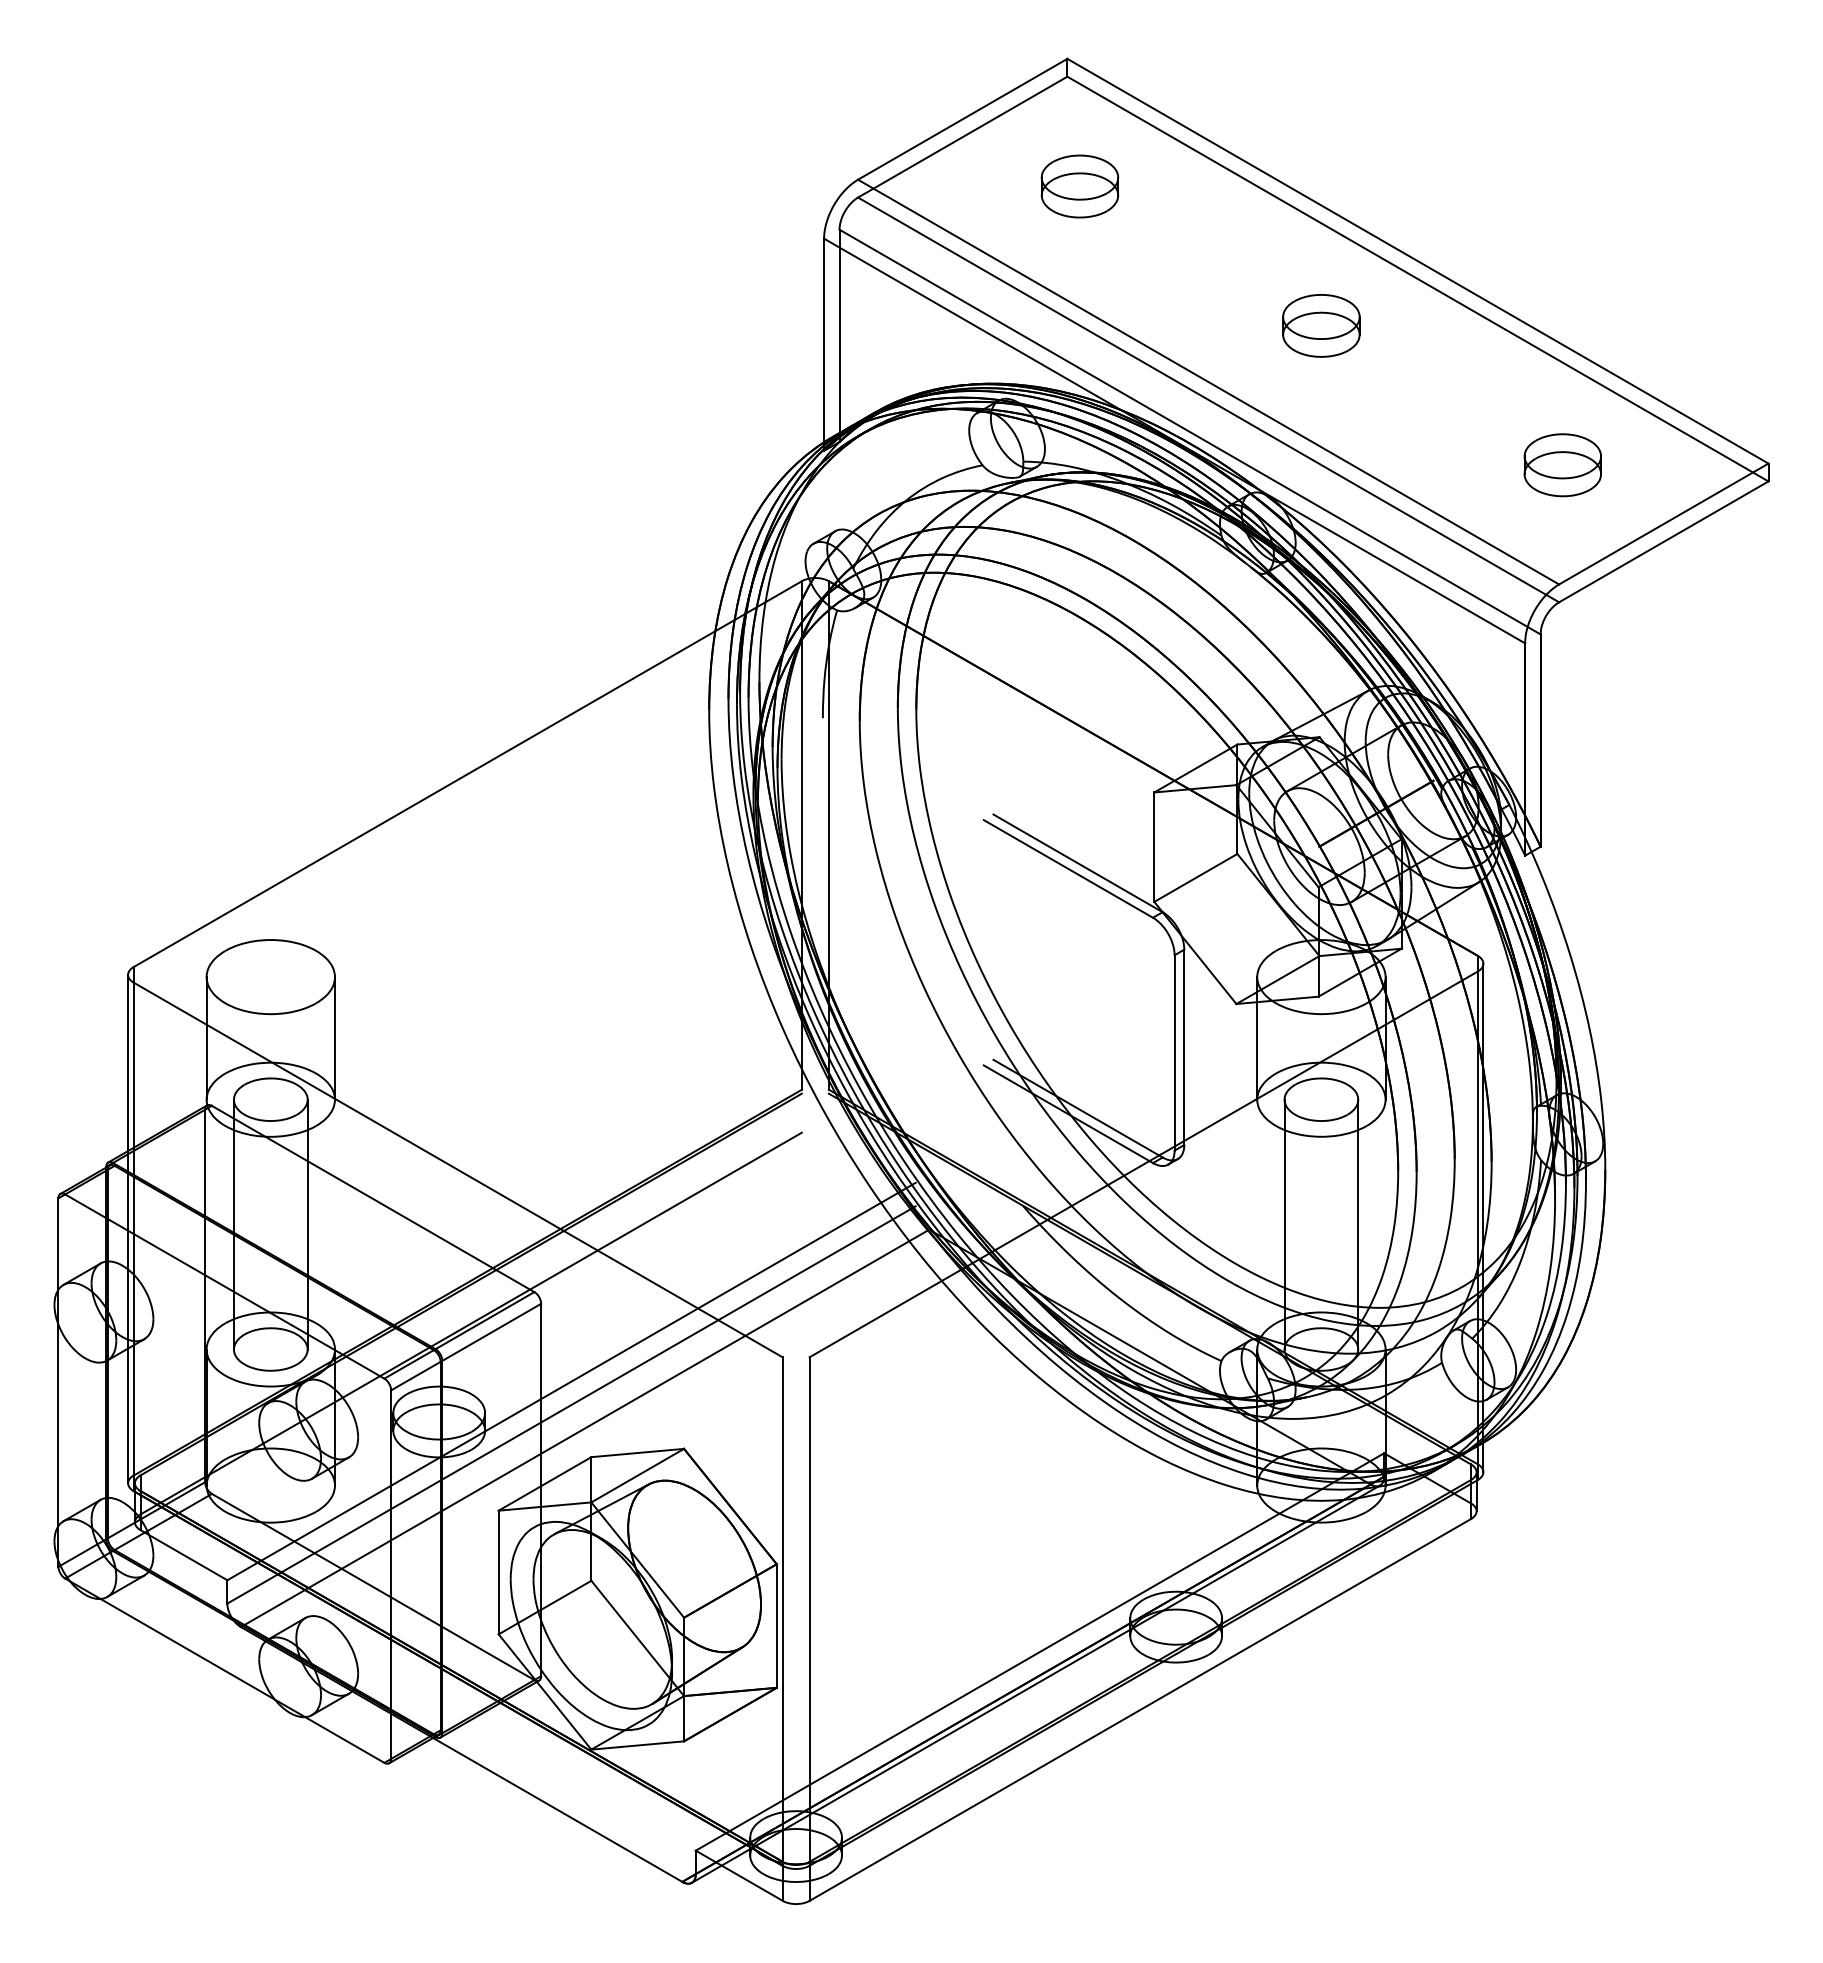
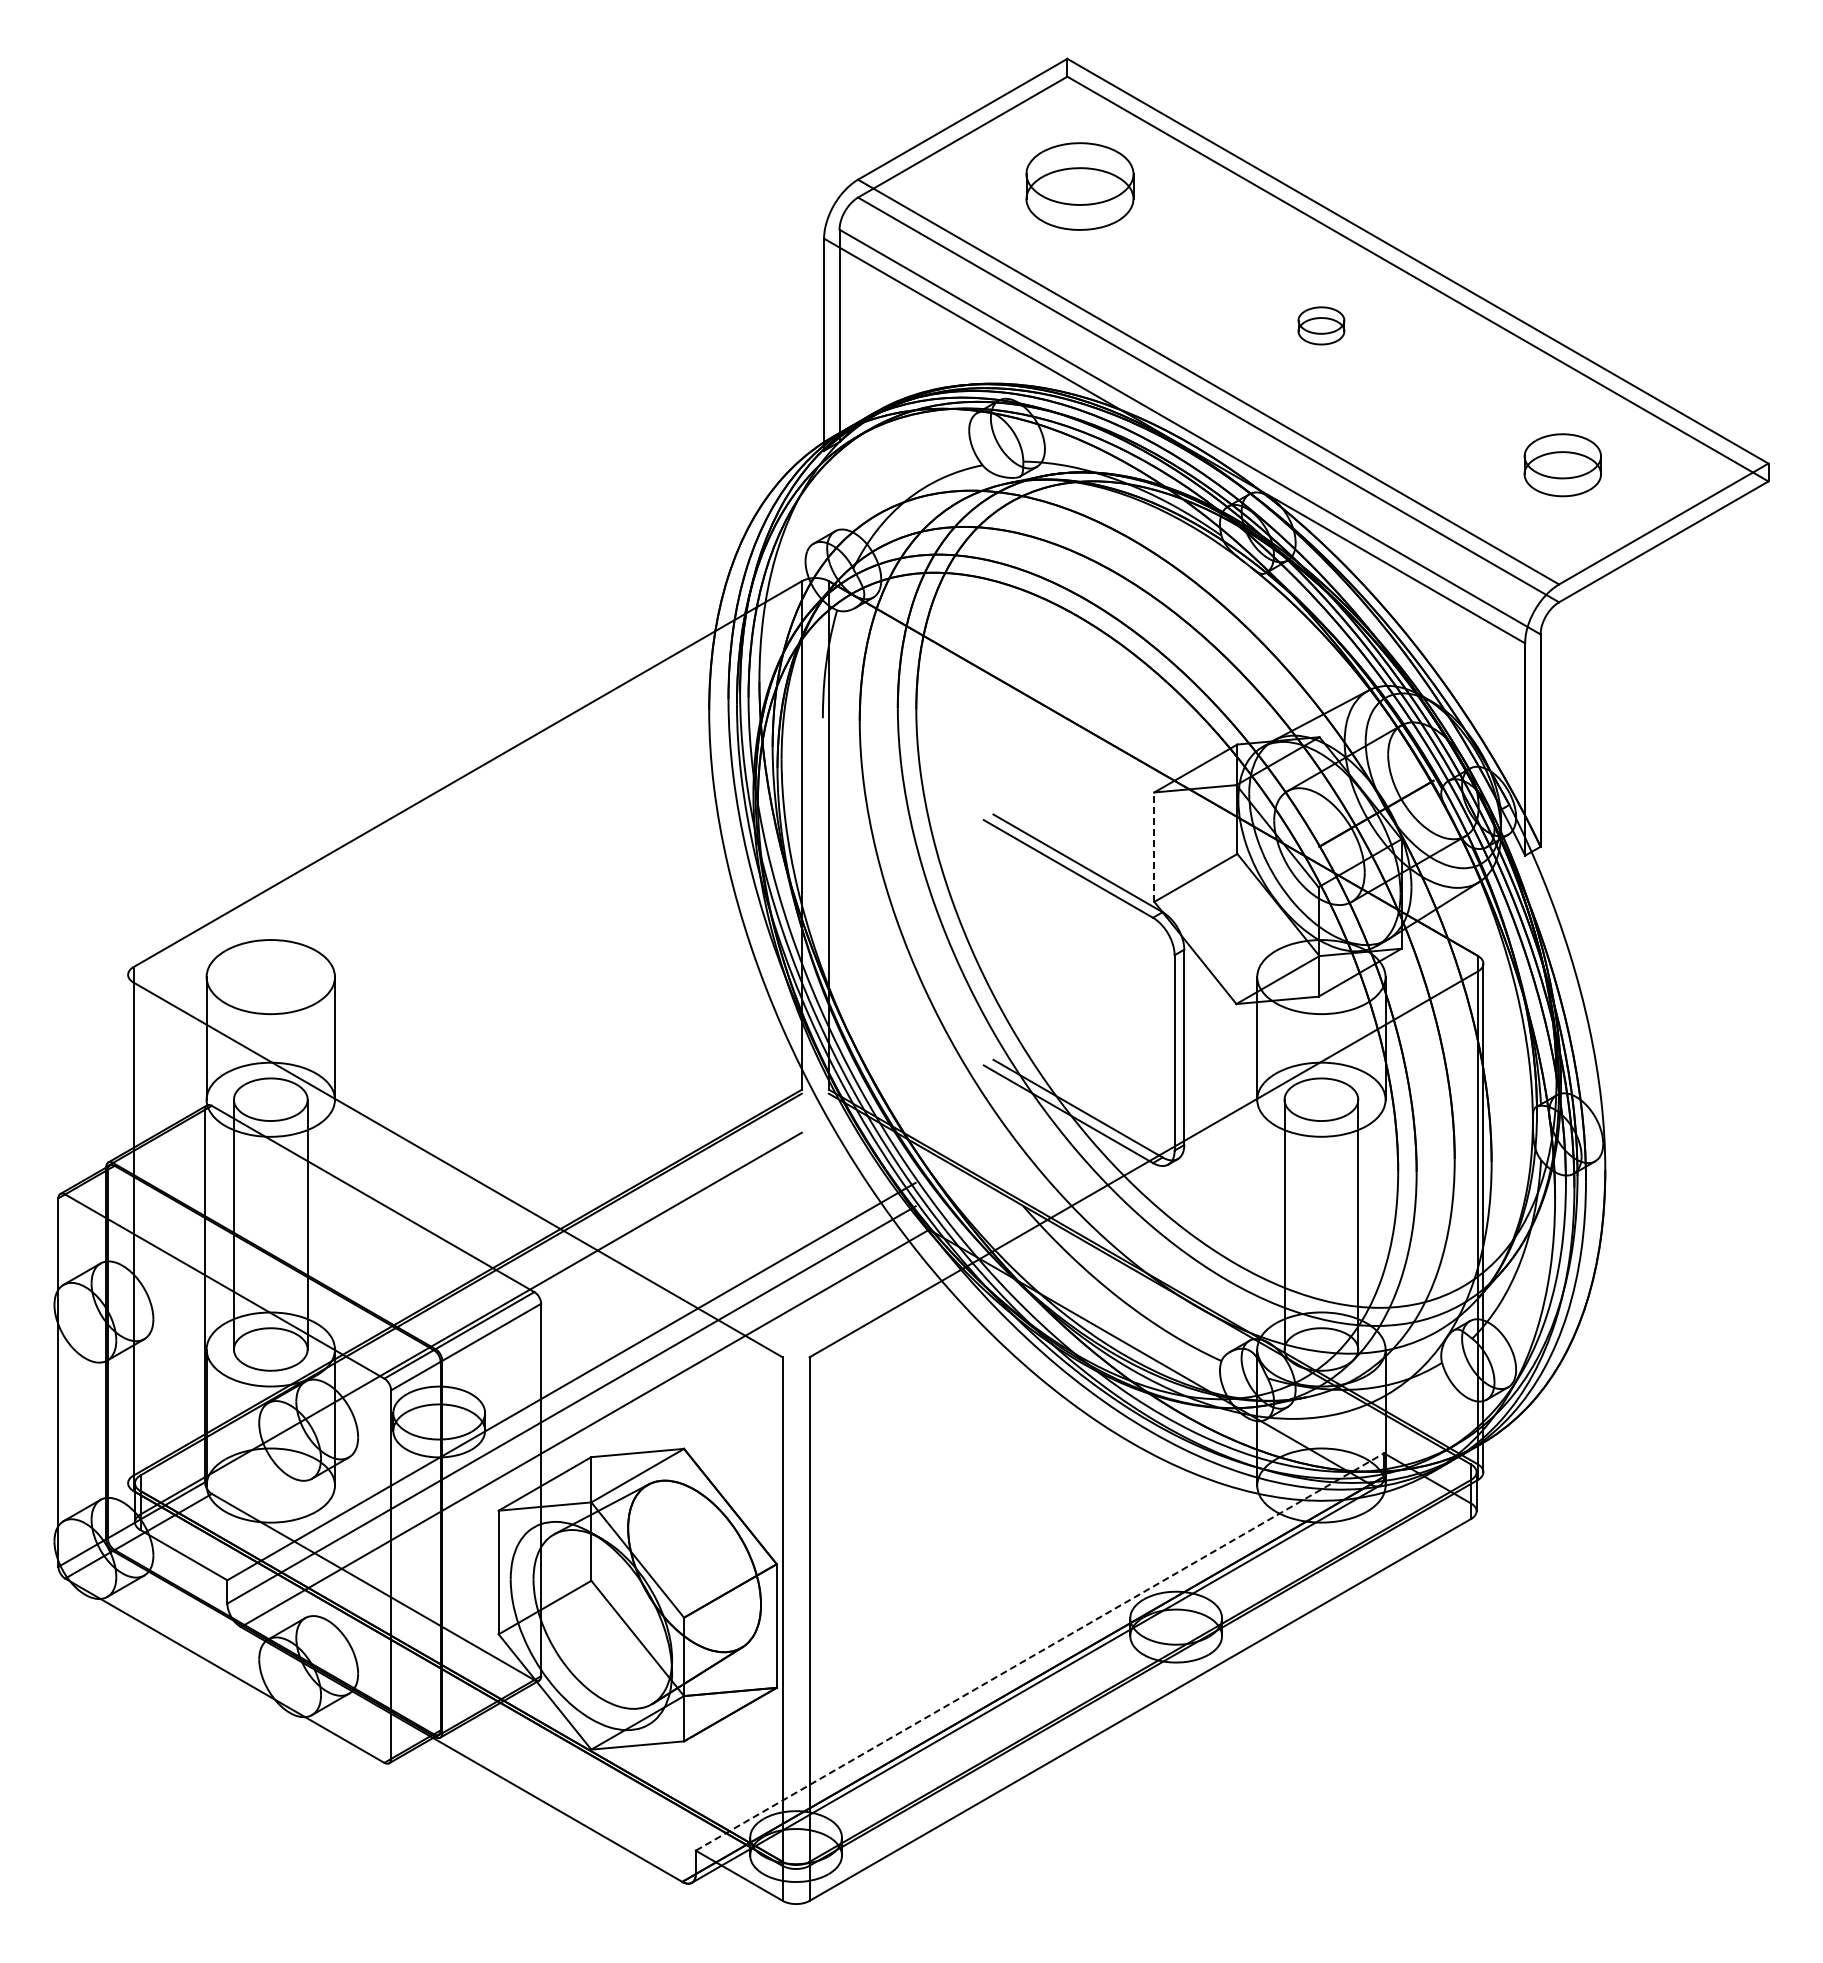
part at (1079, 186) size: 80x65 px -> 110x89 px
part at (1321, 325) size: 79x64 px -> 49x40 px
line at (1154, 847): solid -> dashed
line at (128, 1228): present -> none
line at (1040, 1651): solid -> dashed
